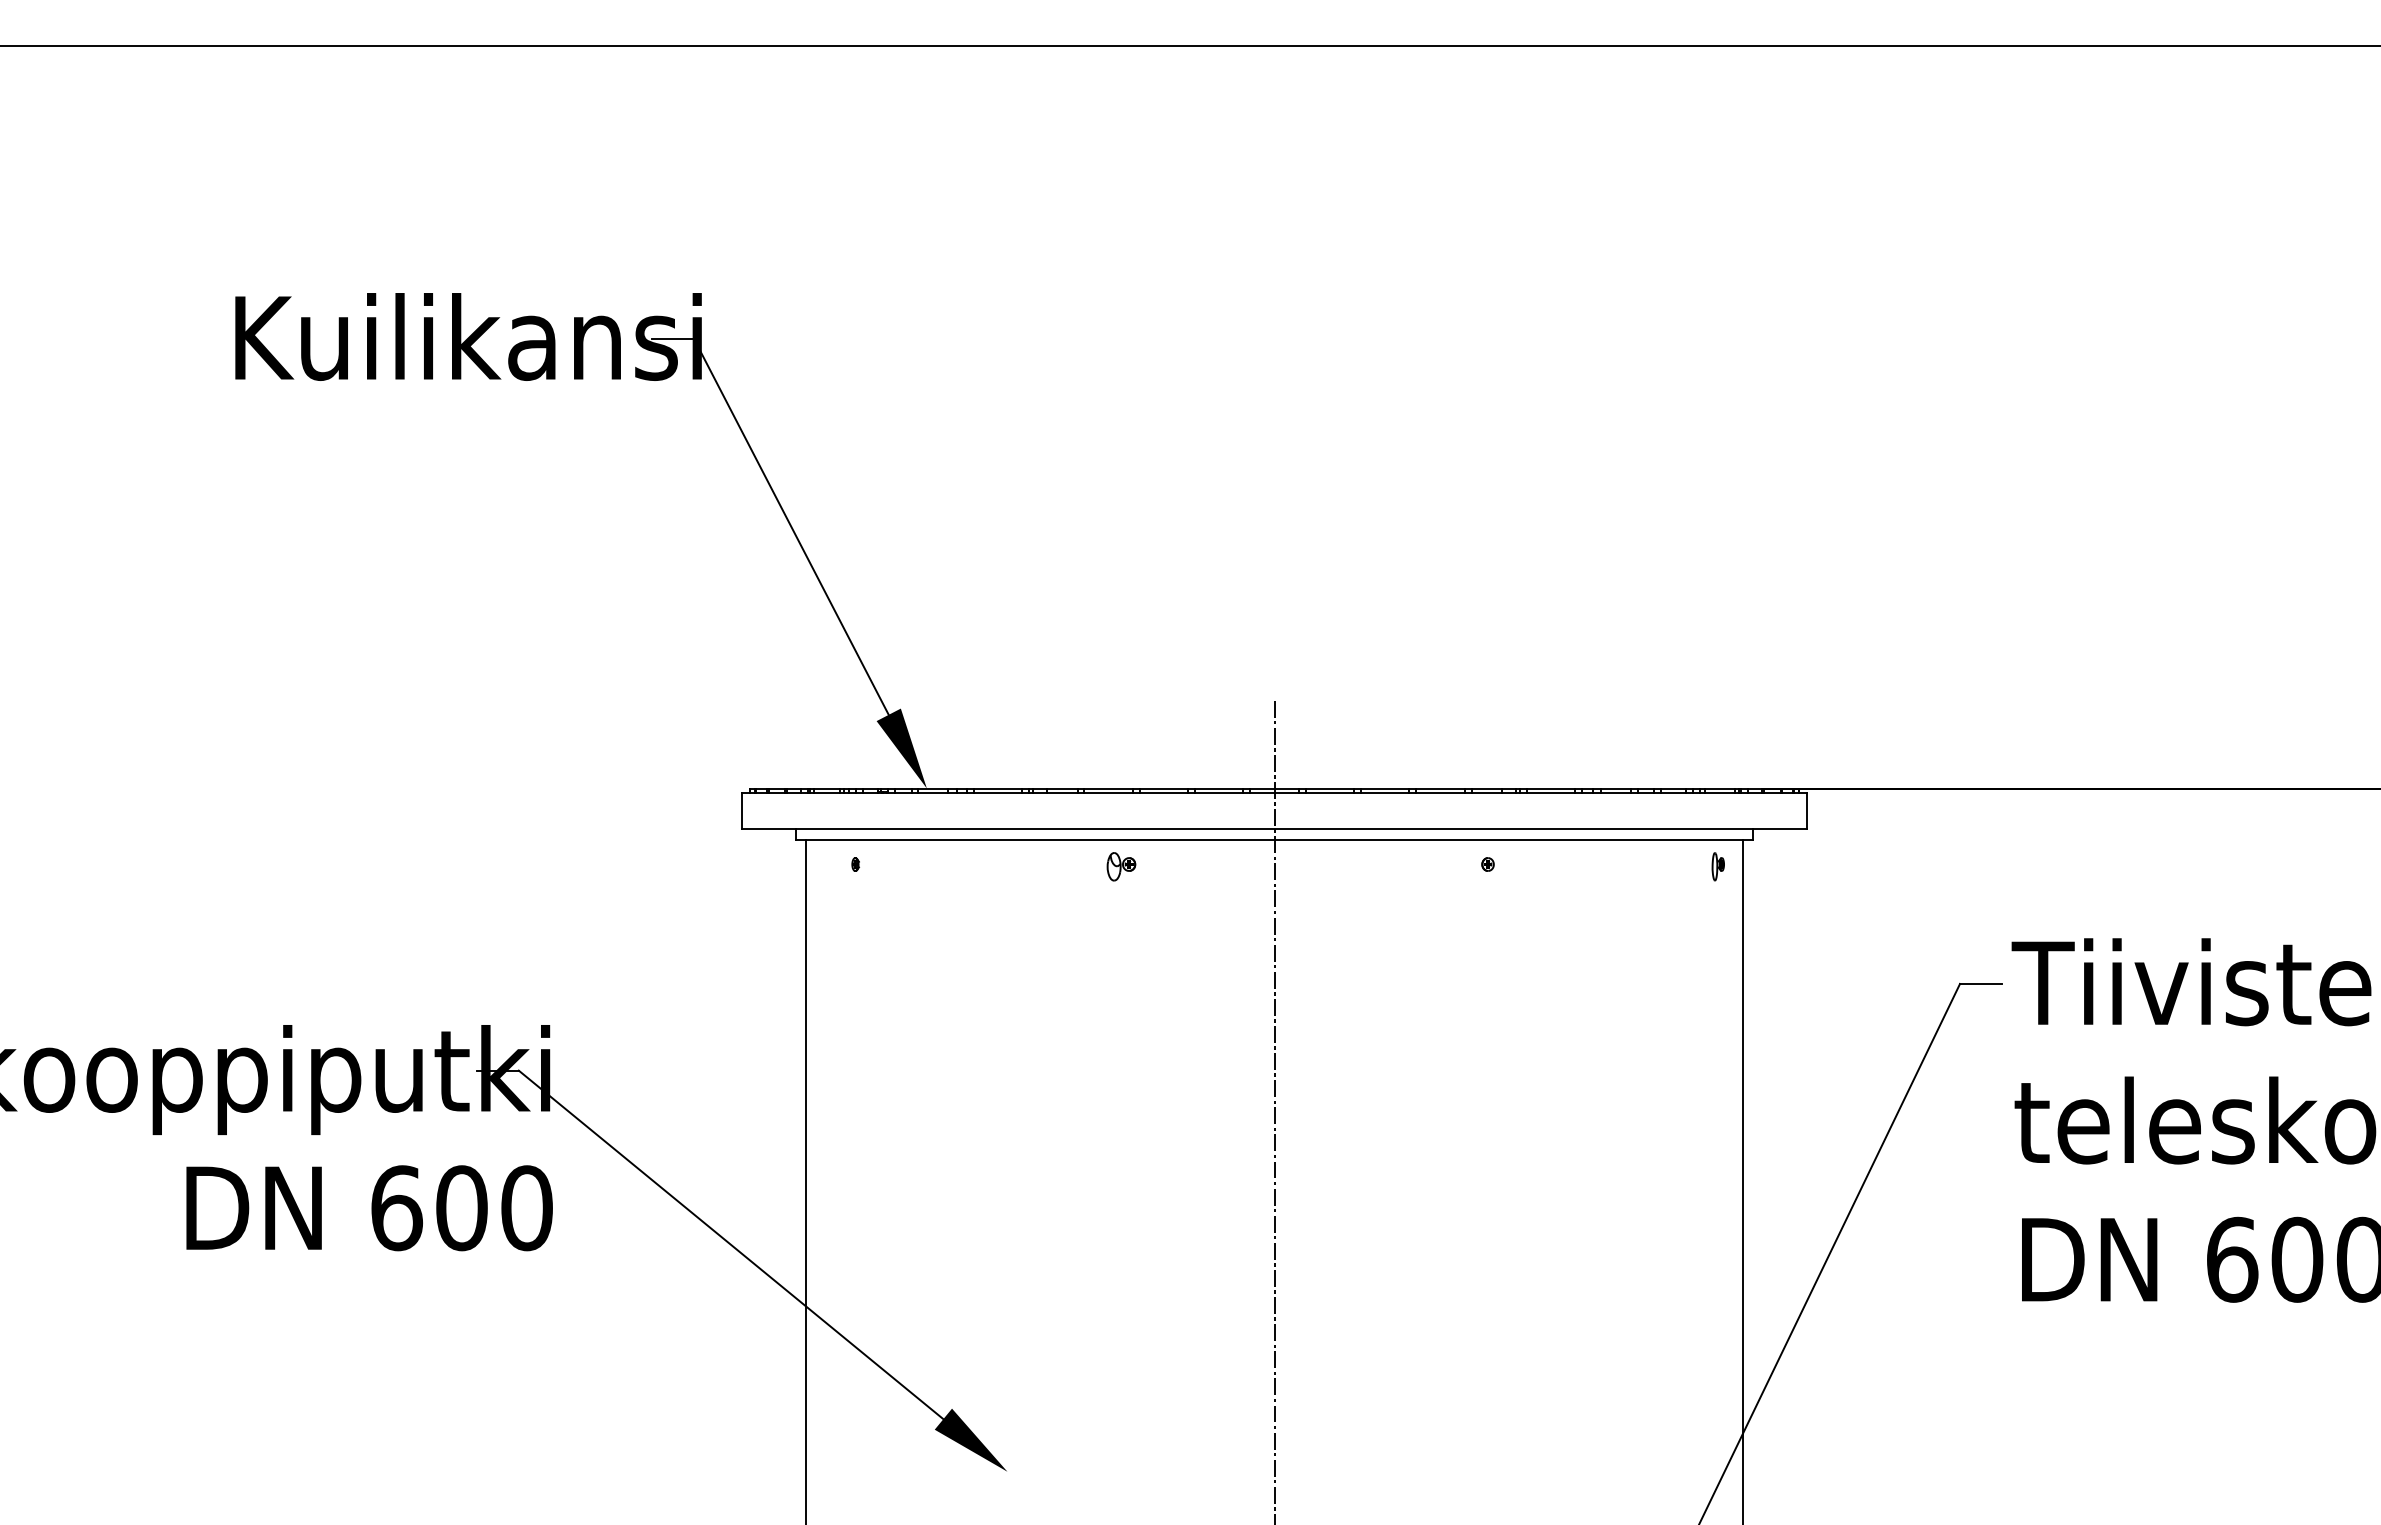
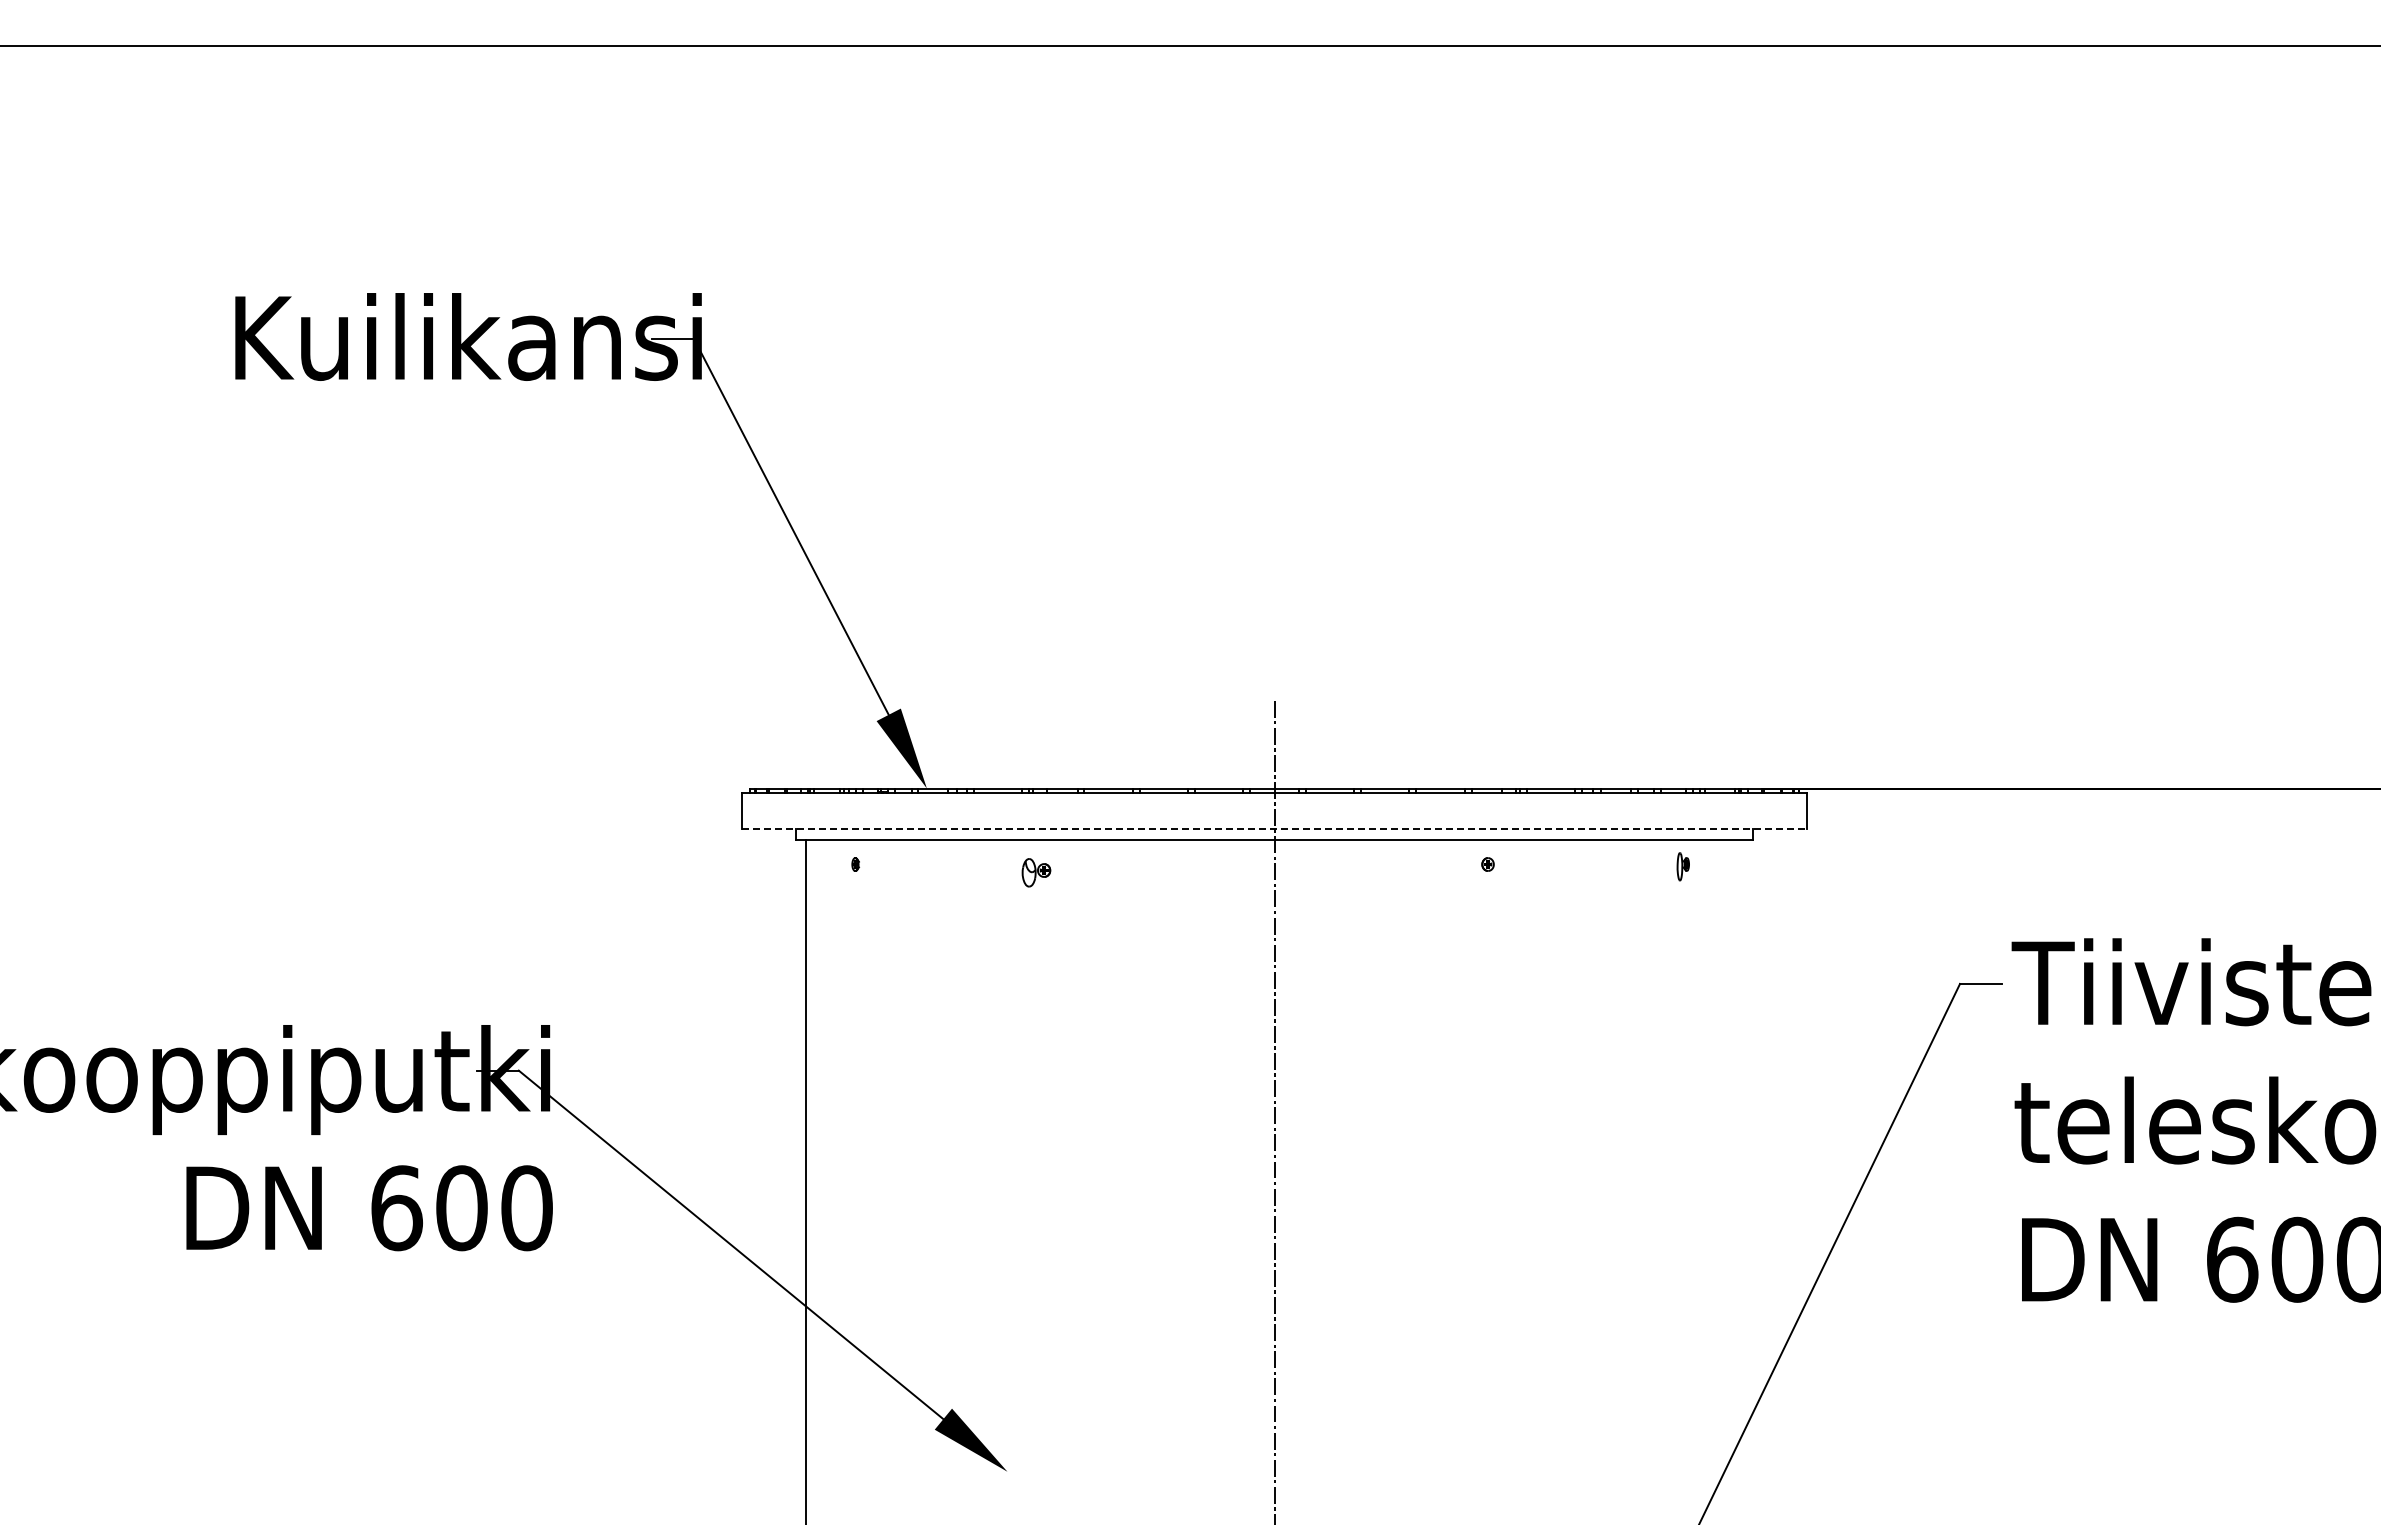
line at (1275, 829): solid -> dashed
part at (1121, 866) position: (1121, 866) -> (1036, 872)
part at (1717, 866) position: (1717, 866) -> (1682, 866)
line at (1743, 1180): present -> none
